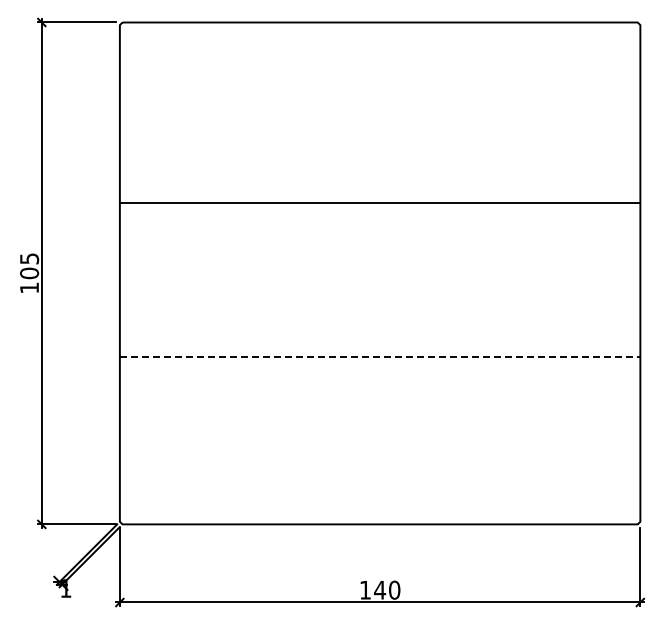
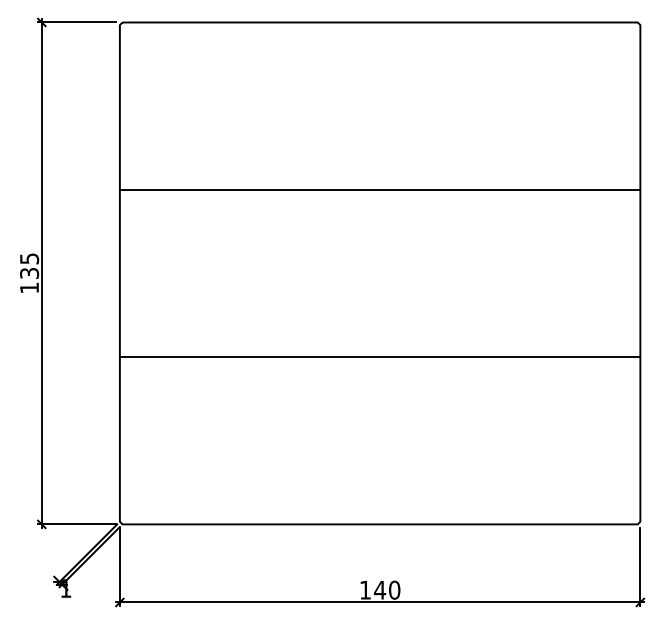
line at (379, 202) position: (379, 202) -> (379, 189)
text at (29, 273): 105 -> 135
line at (380, 357): dashed -> solid
